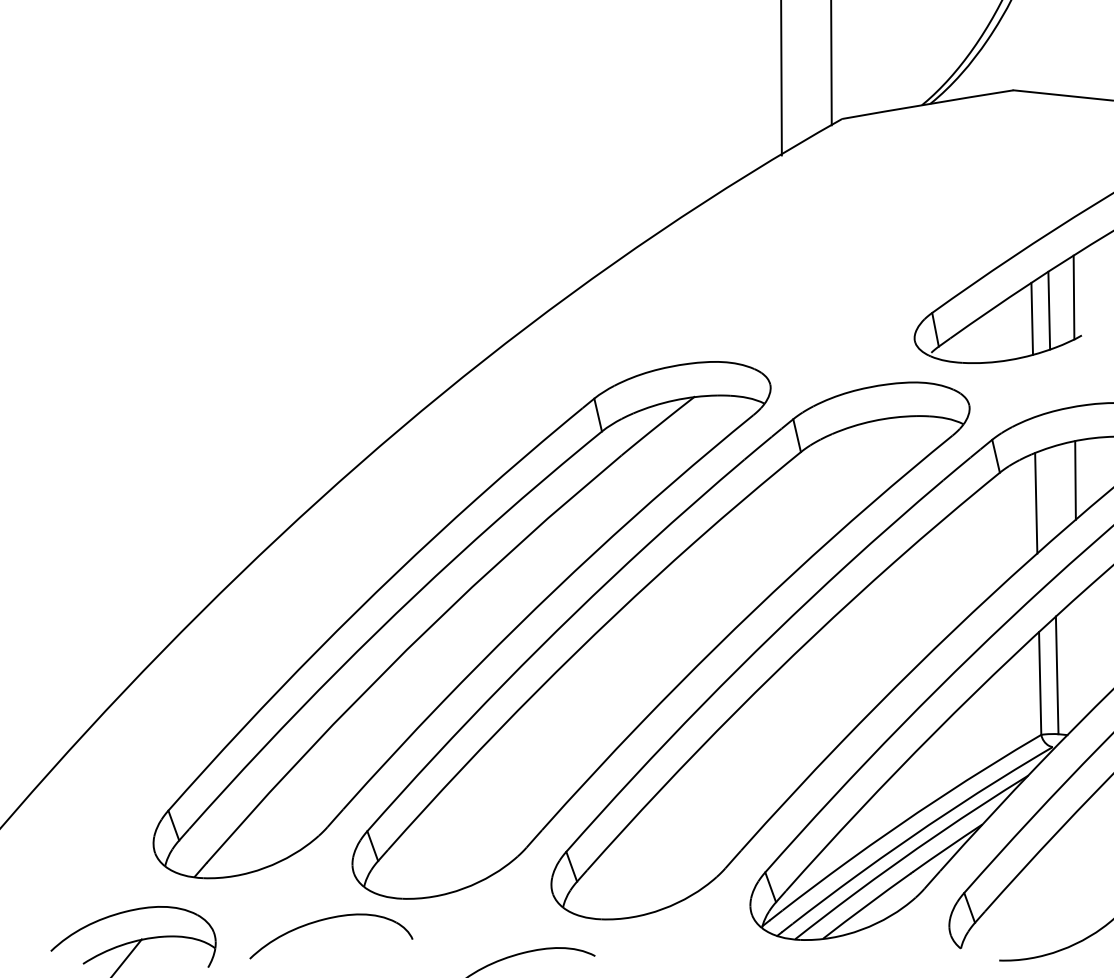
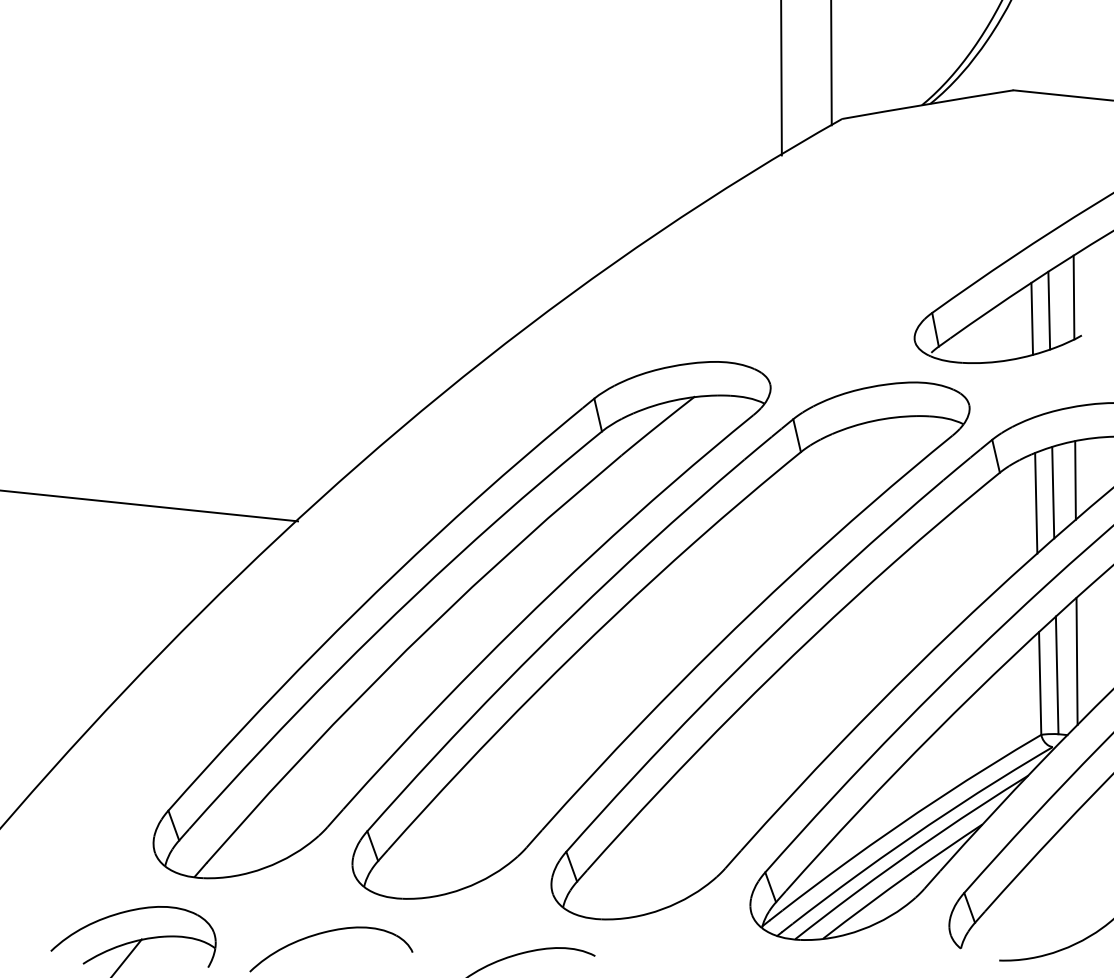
line at (1053, 492): none -> present
line at (150, 505): none -> present
line at (1076, 661): none -> present
part at (329, 919) position: (329, 919) -> (329, 932)
